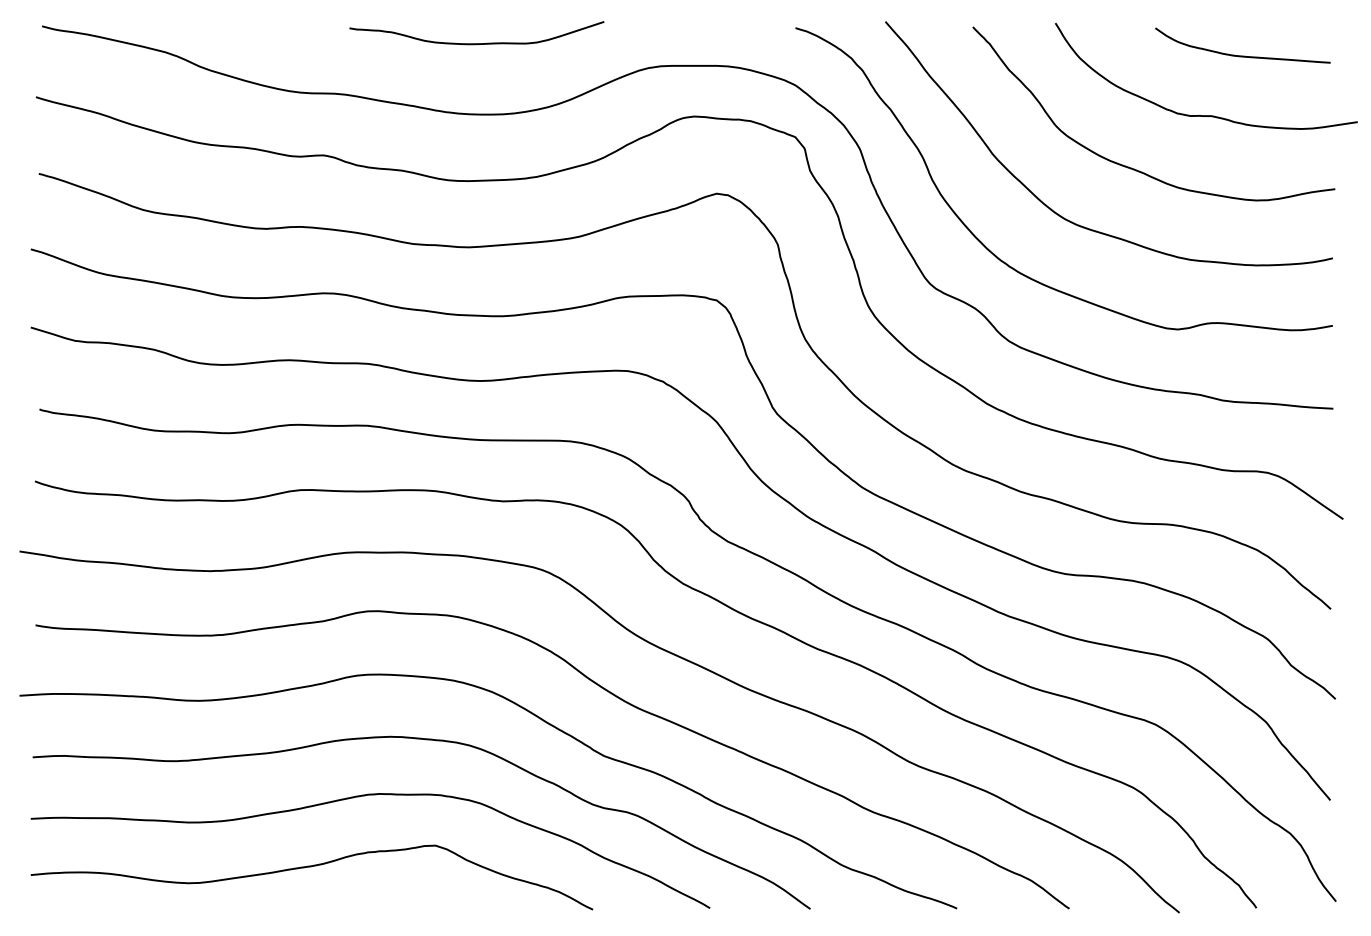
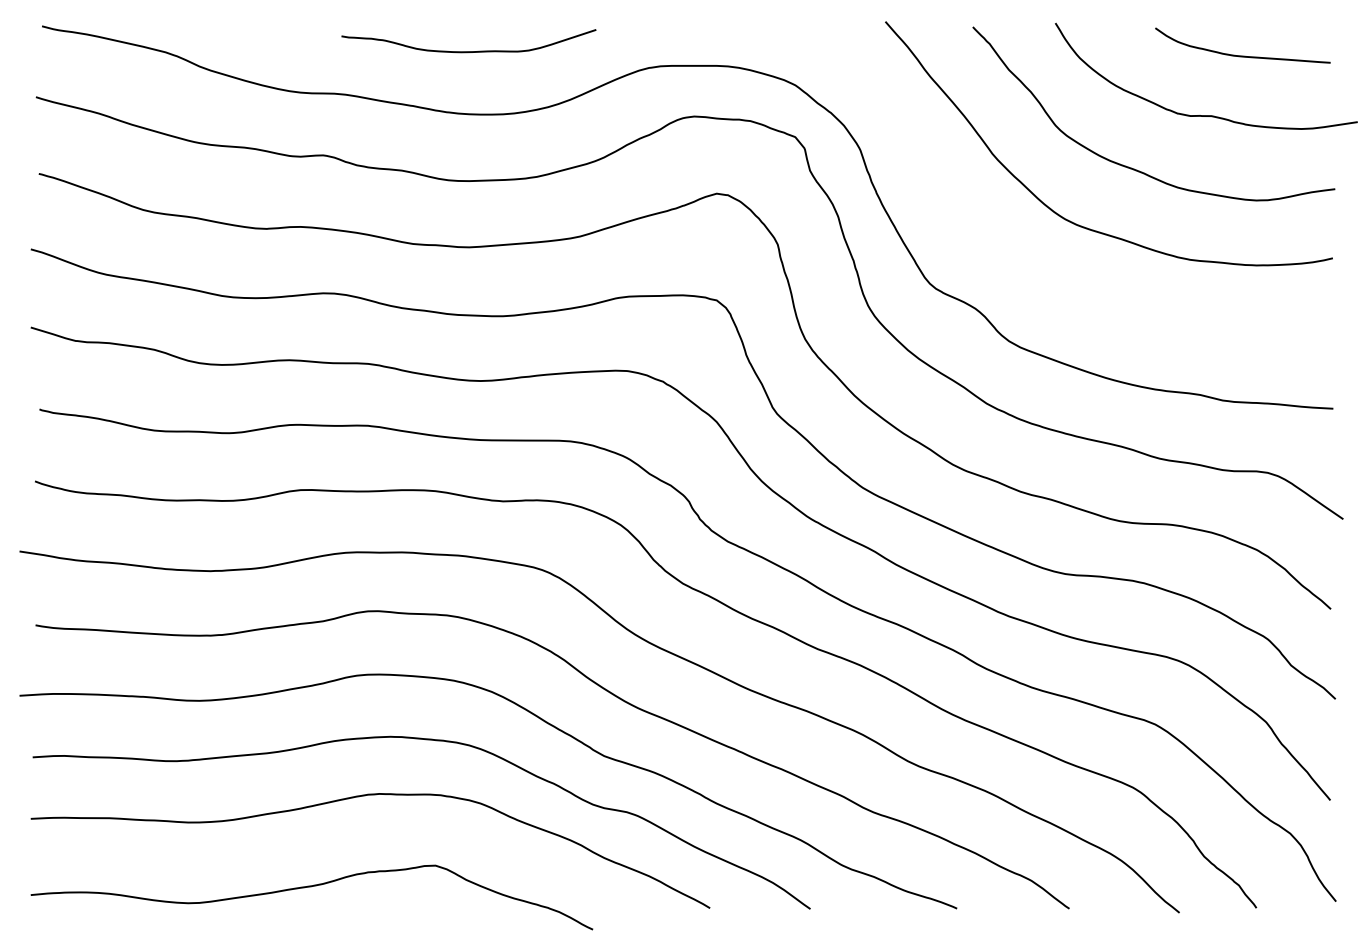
curve at (476, 43) position: (476, 43) -> (468, 51)
curve at (1007, 263): present -> none
curve at (311, 867) position: (311, 867) -> (311, 887)
